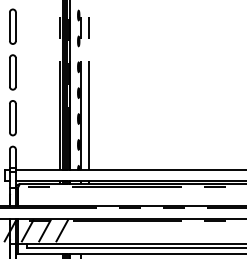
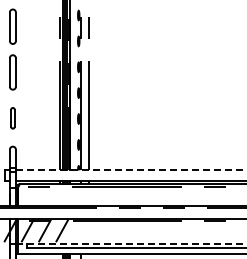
part at (12, 118) size: 8x37 px -> 6x23 px
line at (131, 170): solid -> dashed
line at (131, 243): solid -> dashed
